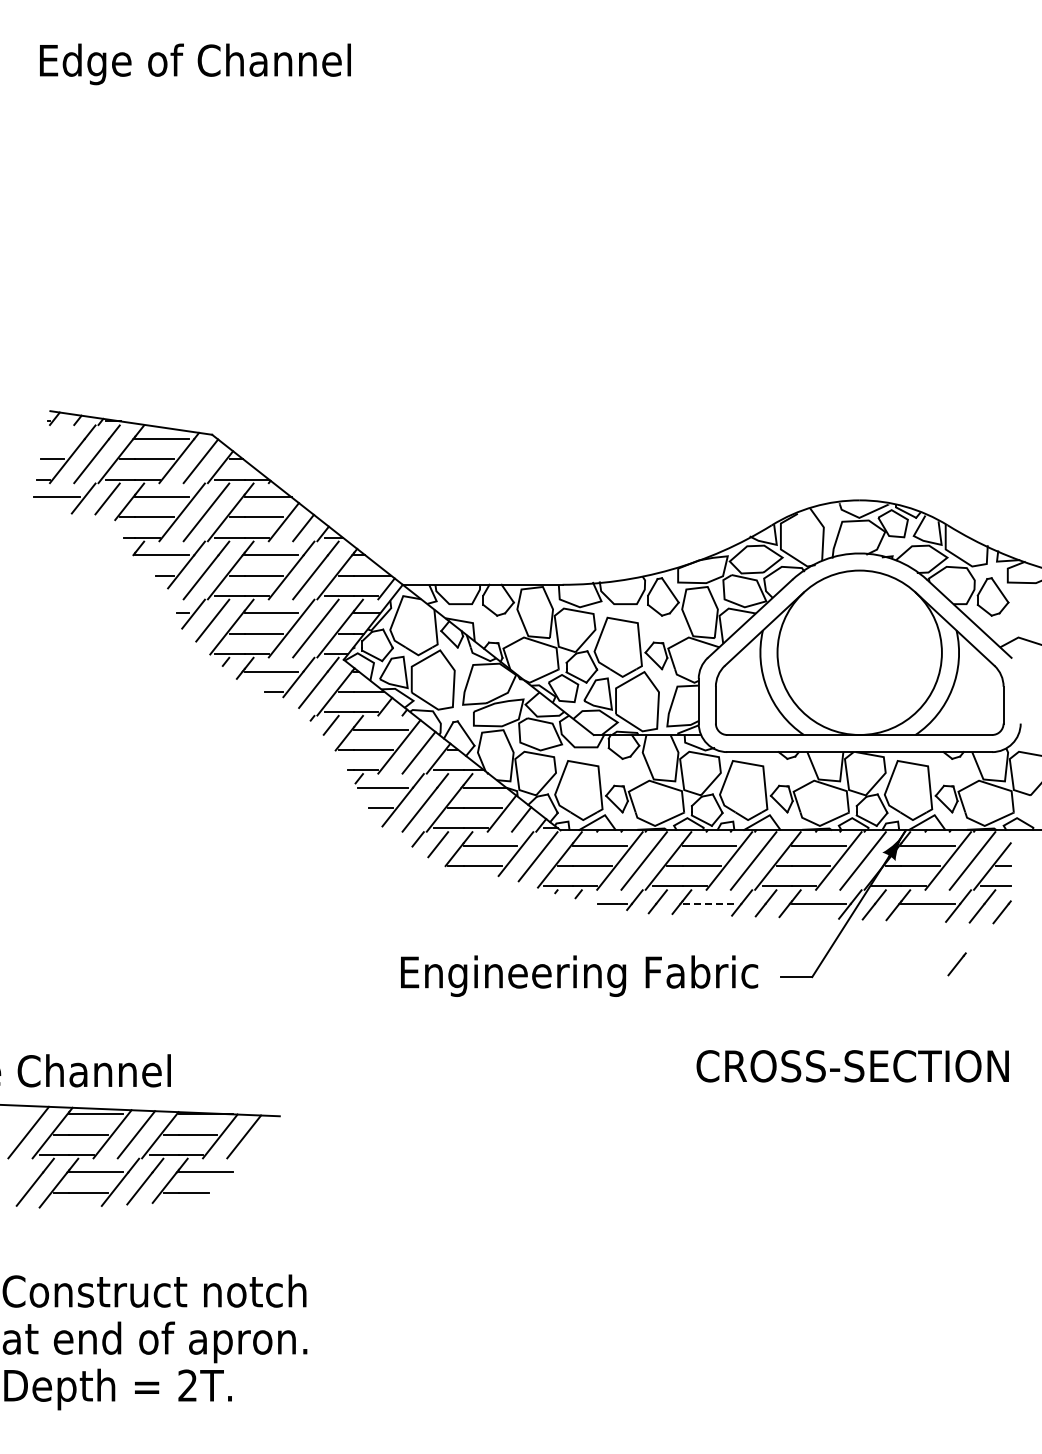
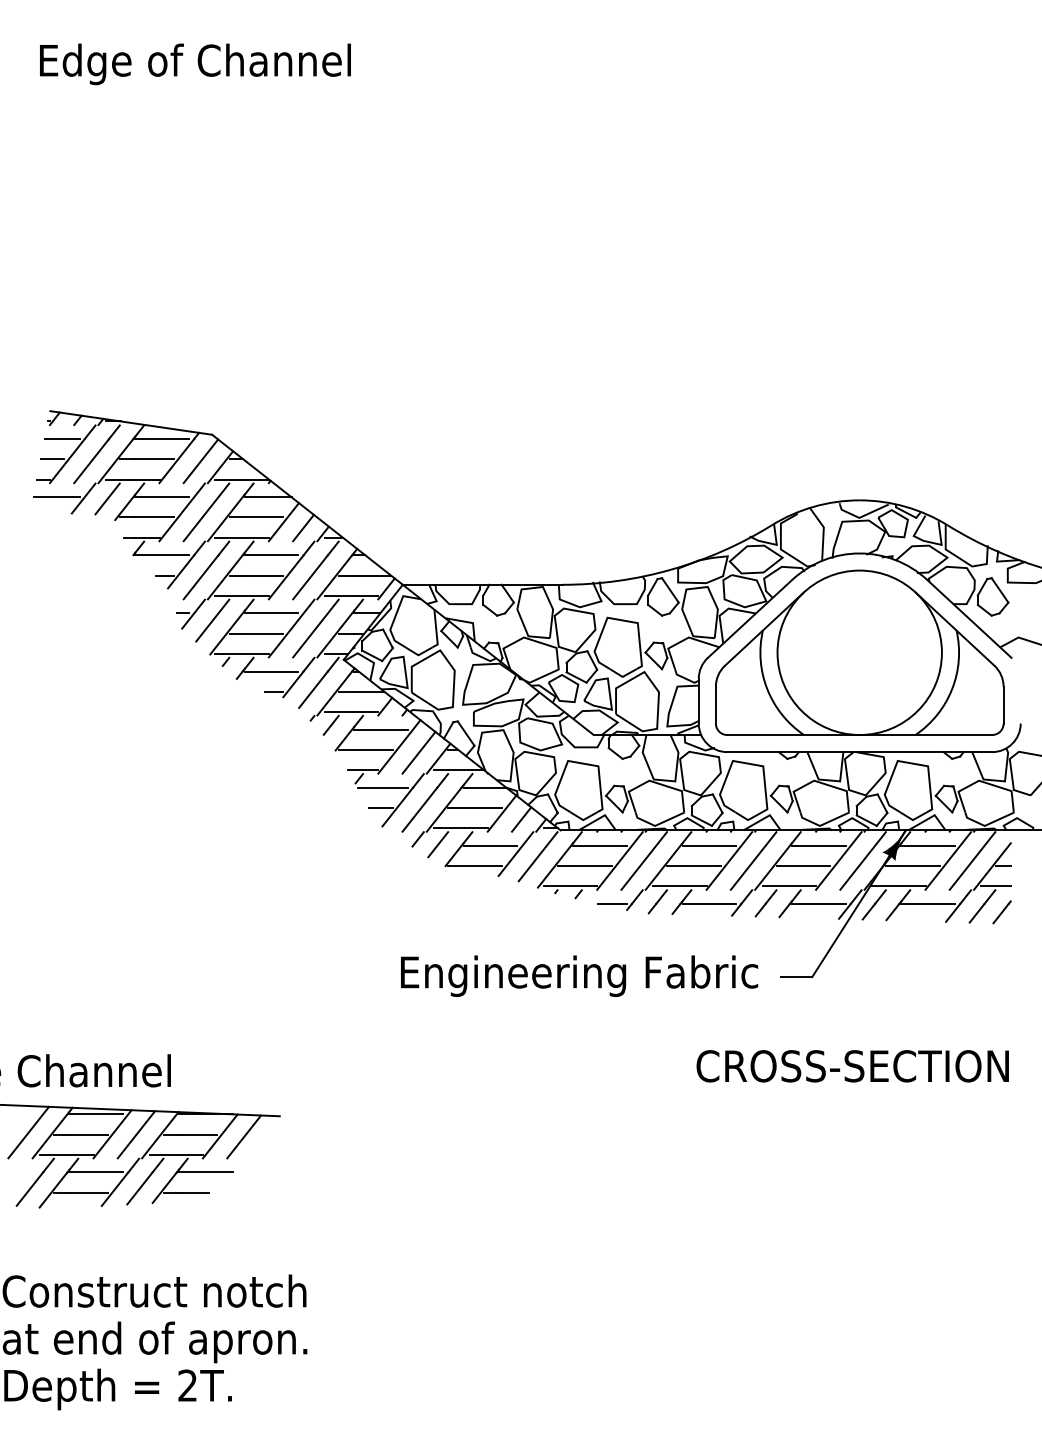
line at (62, 439): none -> present
line at (709, 903): dashed -> solid
line at (956, 964): present -> none
